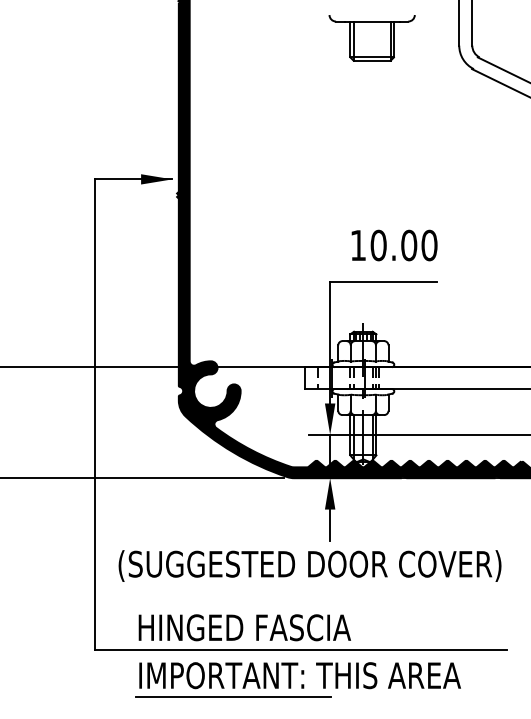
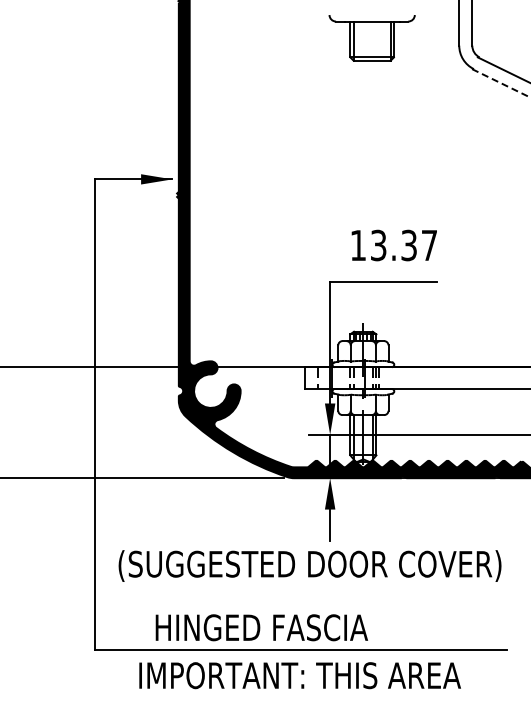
line at (501, 83): solid -> dashed
text at (403, 245): 10.00 -> 13.37
text at (244, 627) position: (244, 627) -> (261, 627)
line at (233, 697): present -> none
